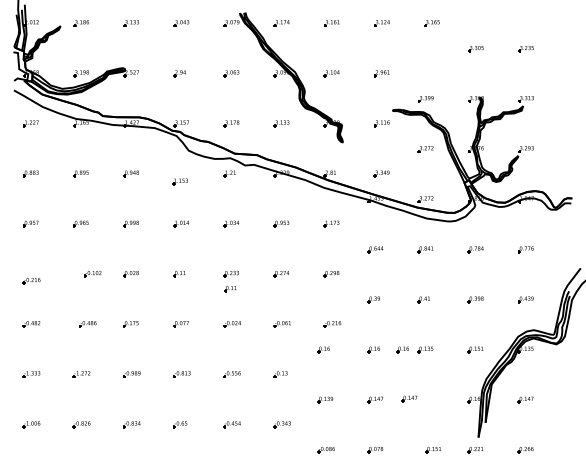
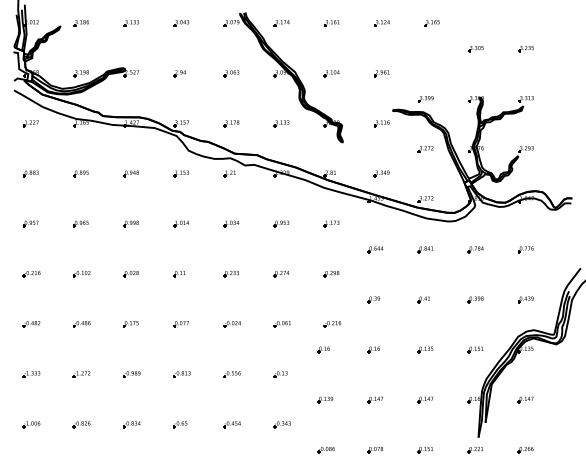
part at (179, 181) position: (179, 181) -> (180, 173)
part at (92, 274) position: (92, 274) -> (81, 274)
part at (31, 281) position: (31, 281) -> (31, 274)
part at (230, 289): present -> none
part at (87, 324) position: (87, 324) -> (81, 324)
part at (402, 349): present -> none
part at (409, 398) position: (409, 398) -> (425, 399)
part at (432, 450) position: (432, 450) -> (424, 450)
